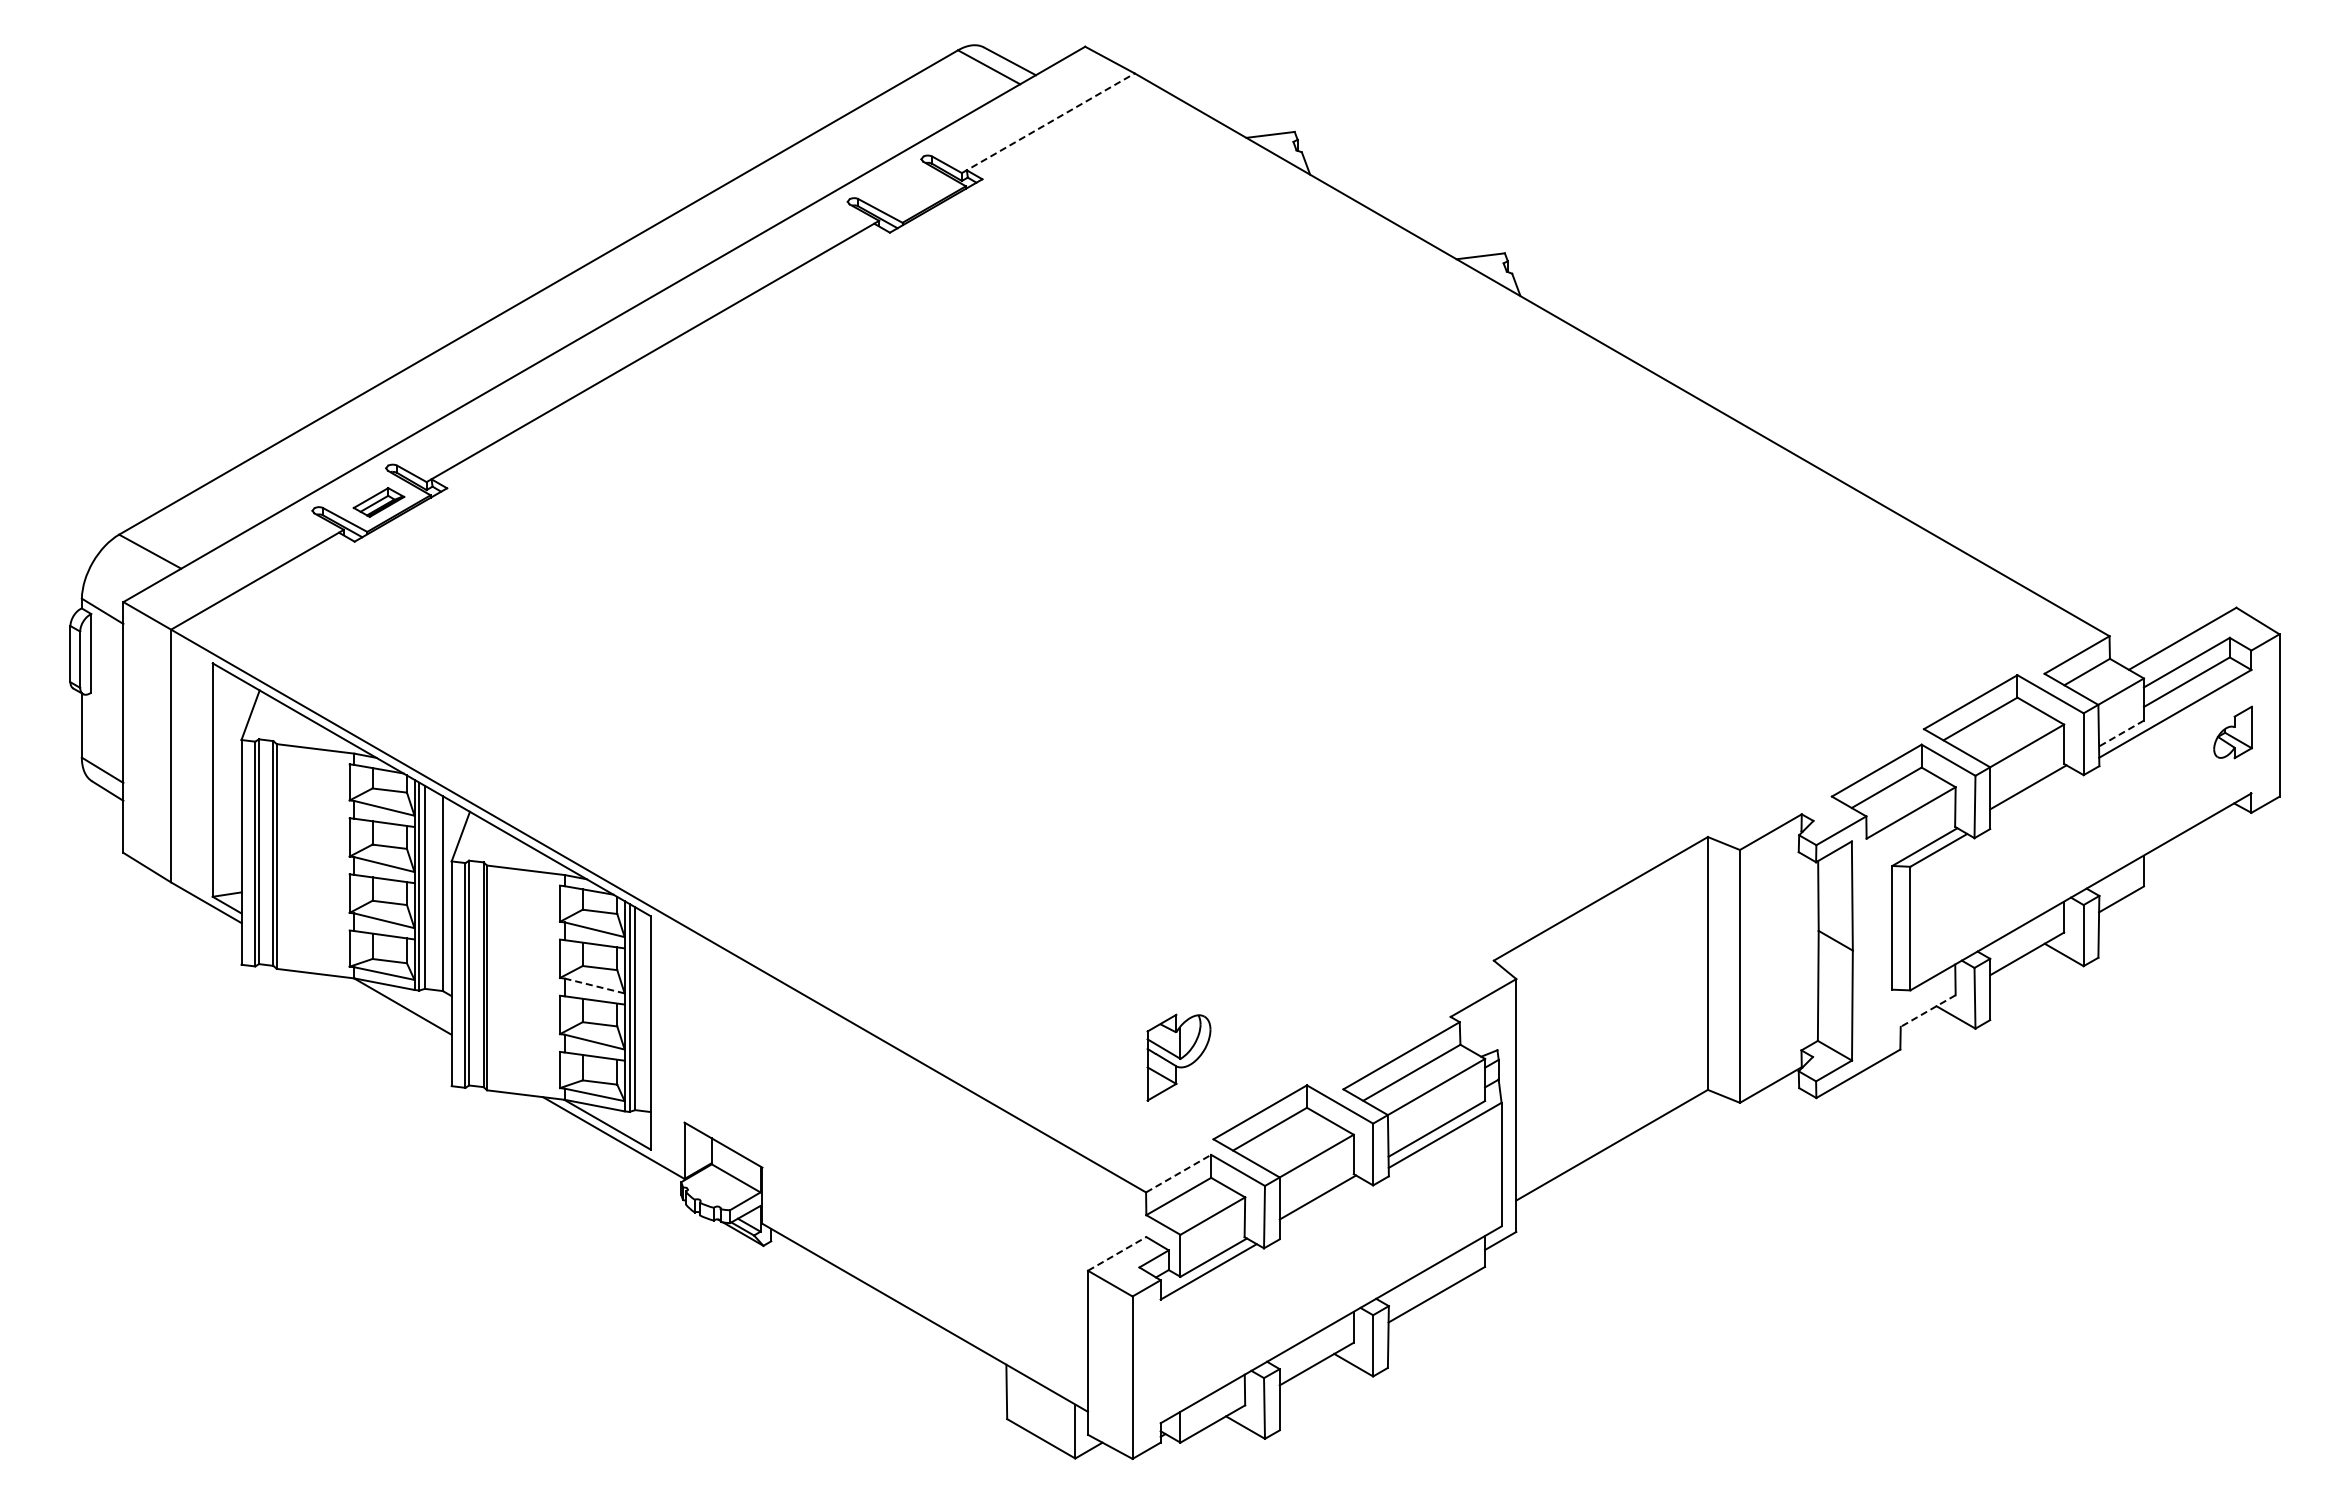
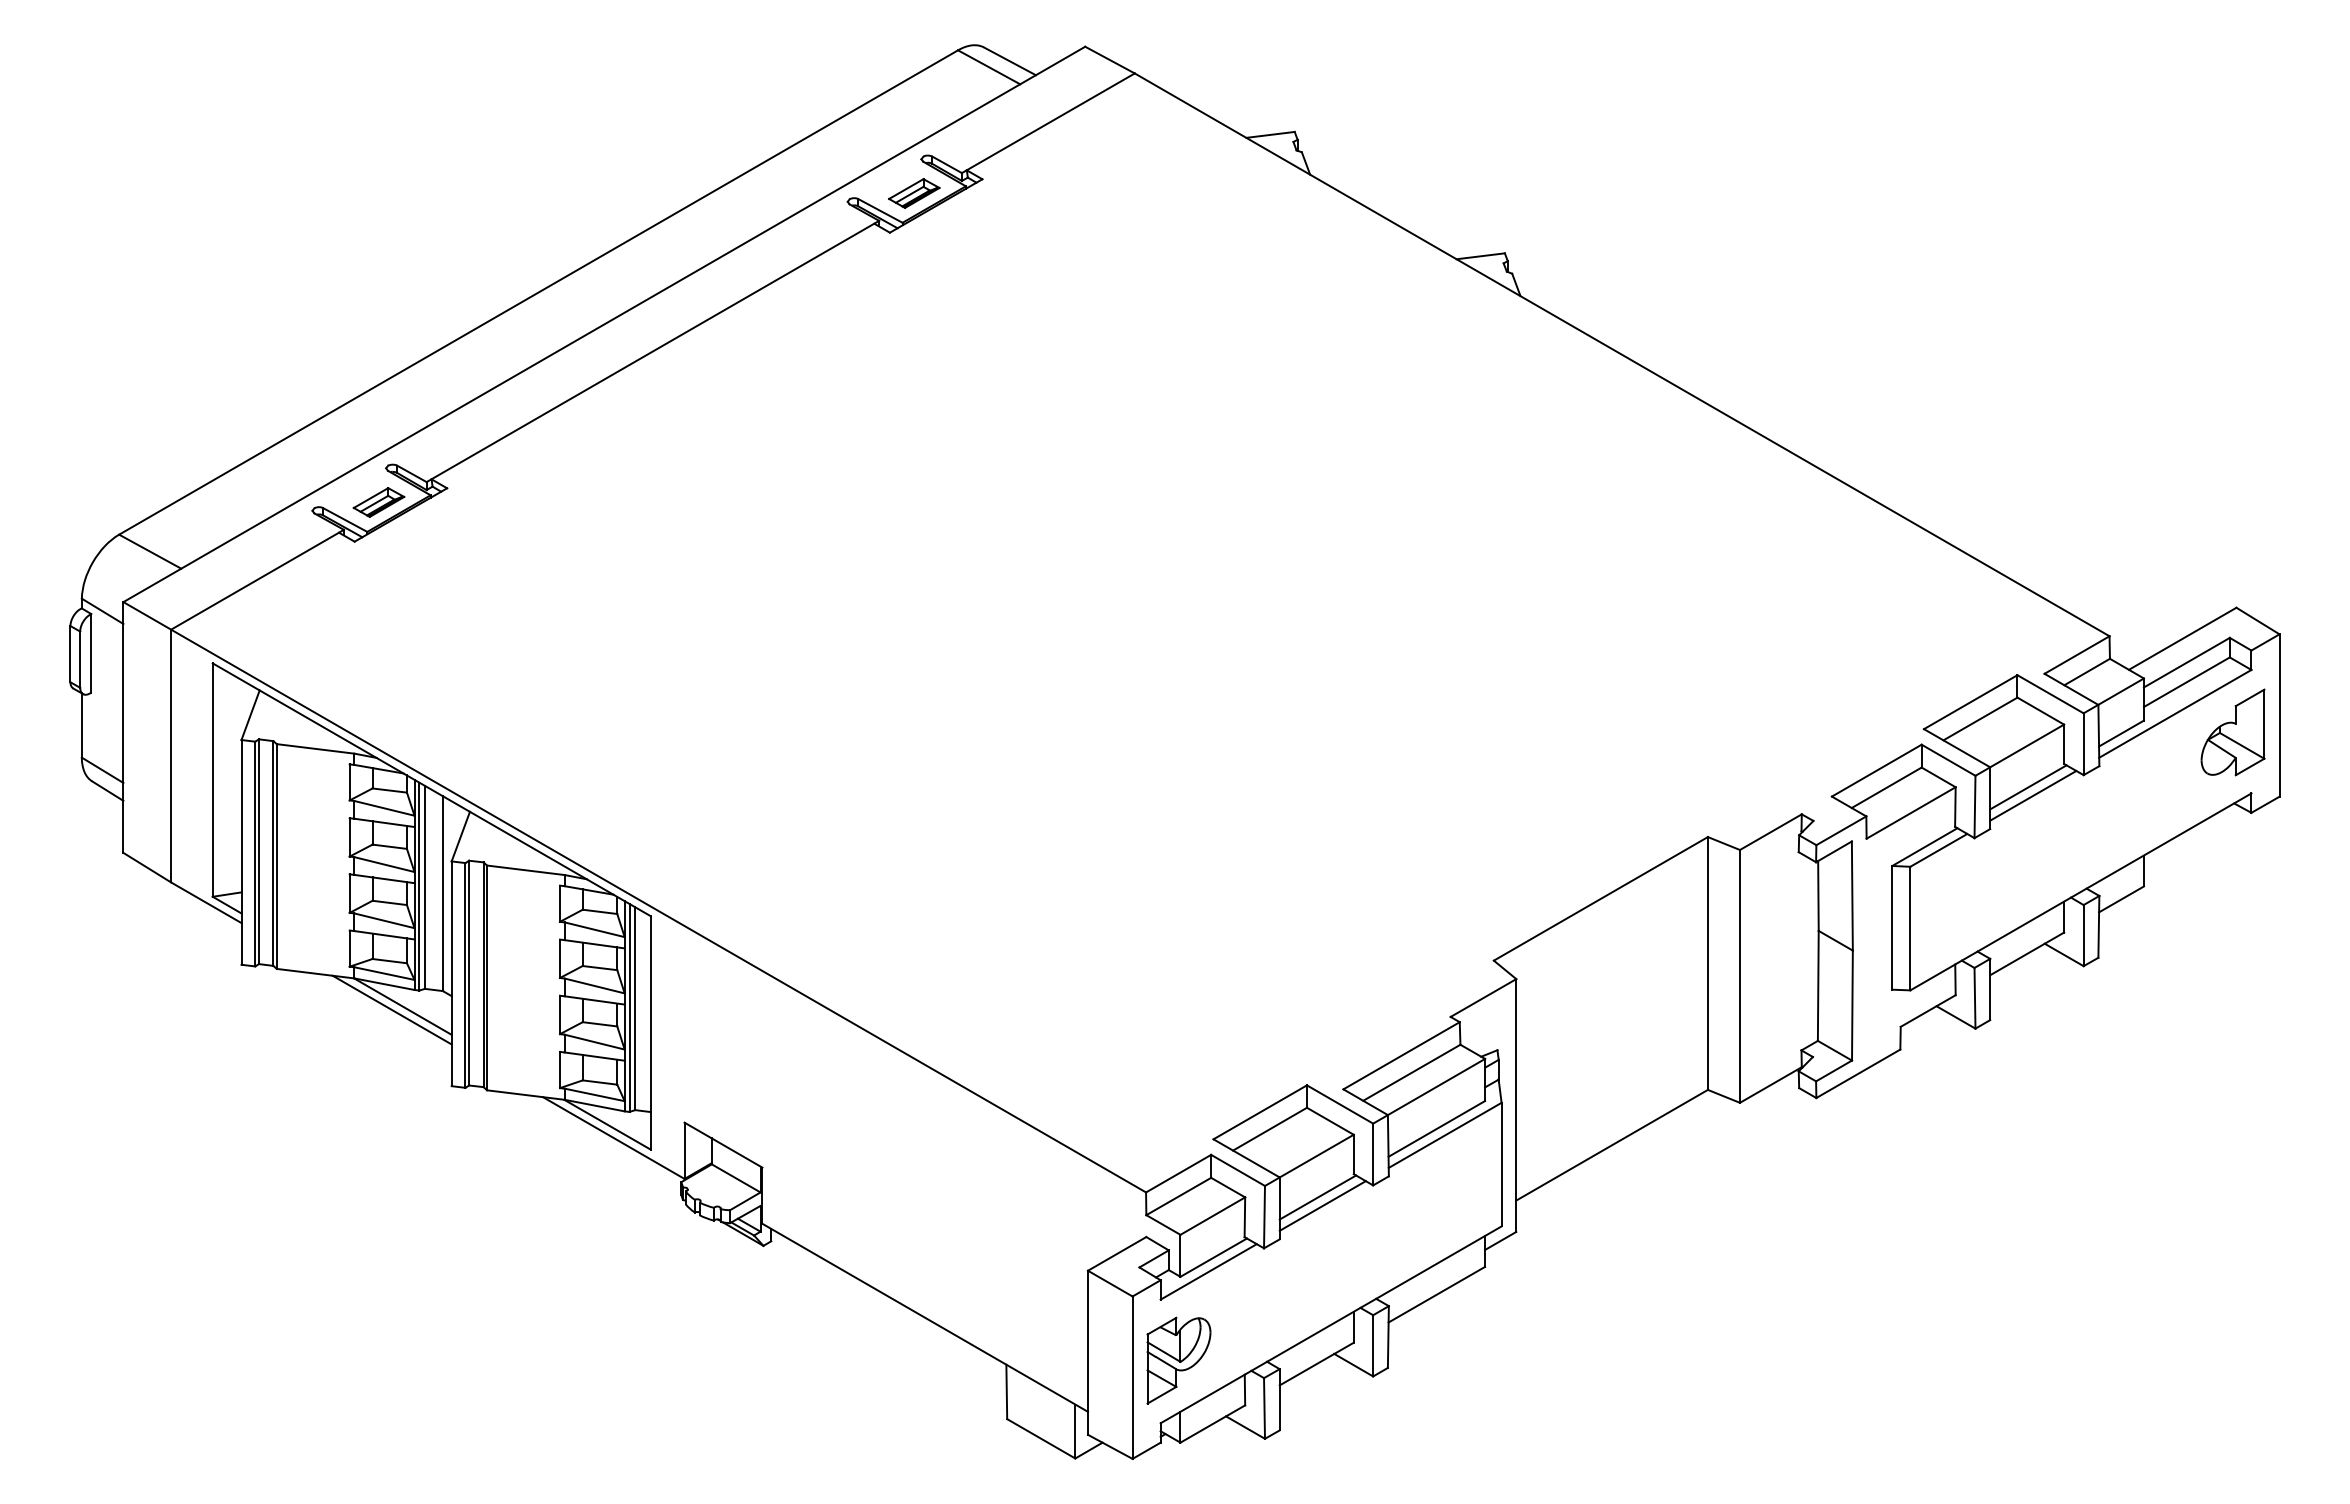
line at (1048, 123): dashed -> solid
part at (914, 193): none -> present
part at (2232, 732) size: 40x55 px -> 66x89 px
line at (2121, 733): dashed -> solid
line at (2033, 795): none -> present
line at (594, 985): dashed -> solid
line at (391, 1009): none -> present
line at (1928, 1011): dashed -> solid
part at (1178, 1057) position: (1178, 1057) -> (1178, 1360)
line at (1178, 1173): dashed -> solid
line at (1322, 1205): none -> present
line at (1117, 1253): dashed -> solid
